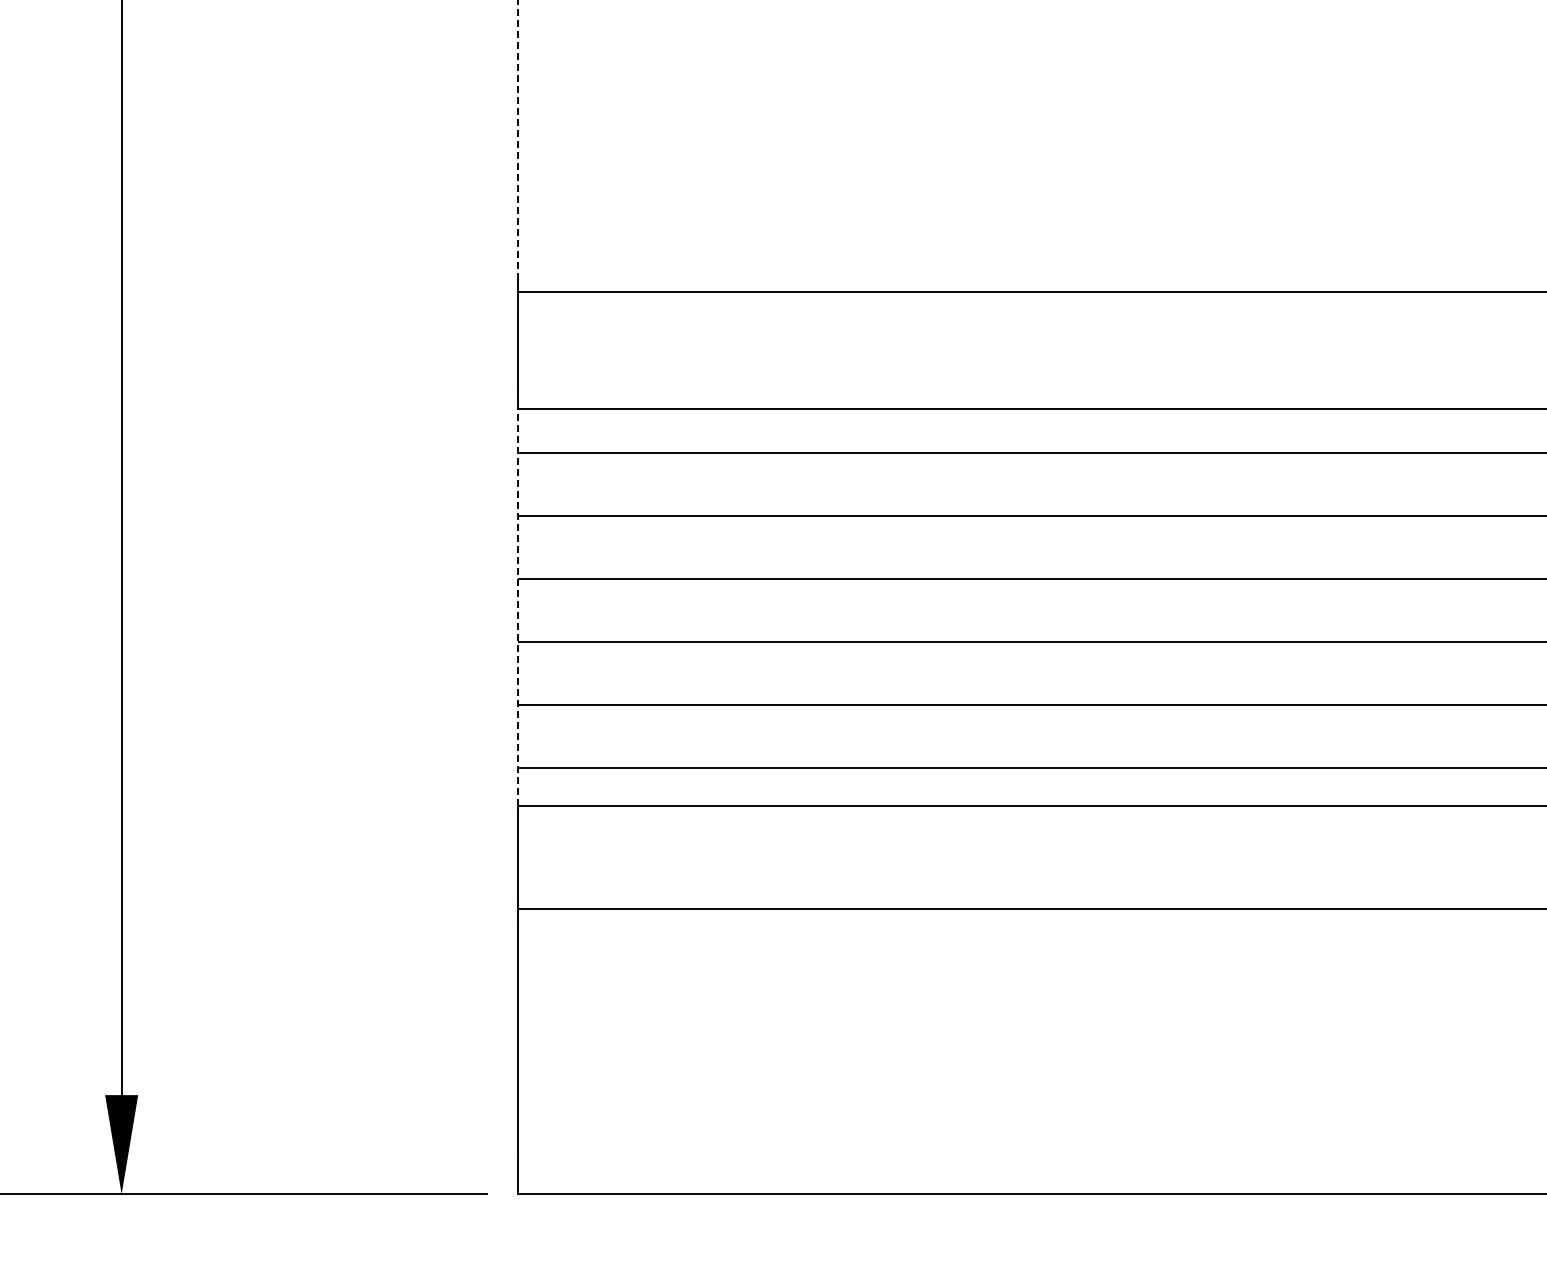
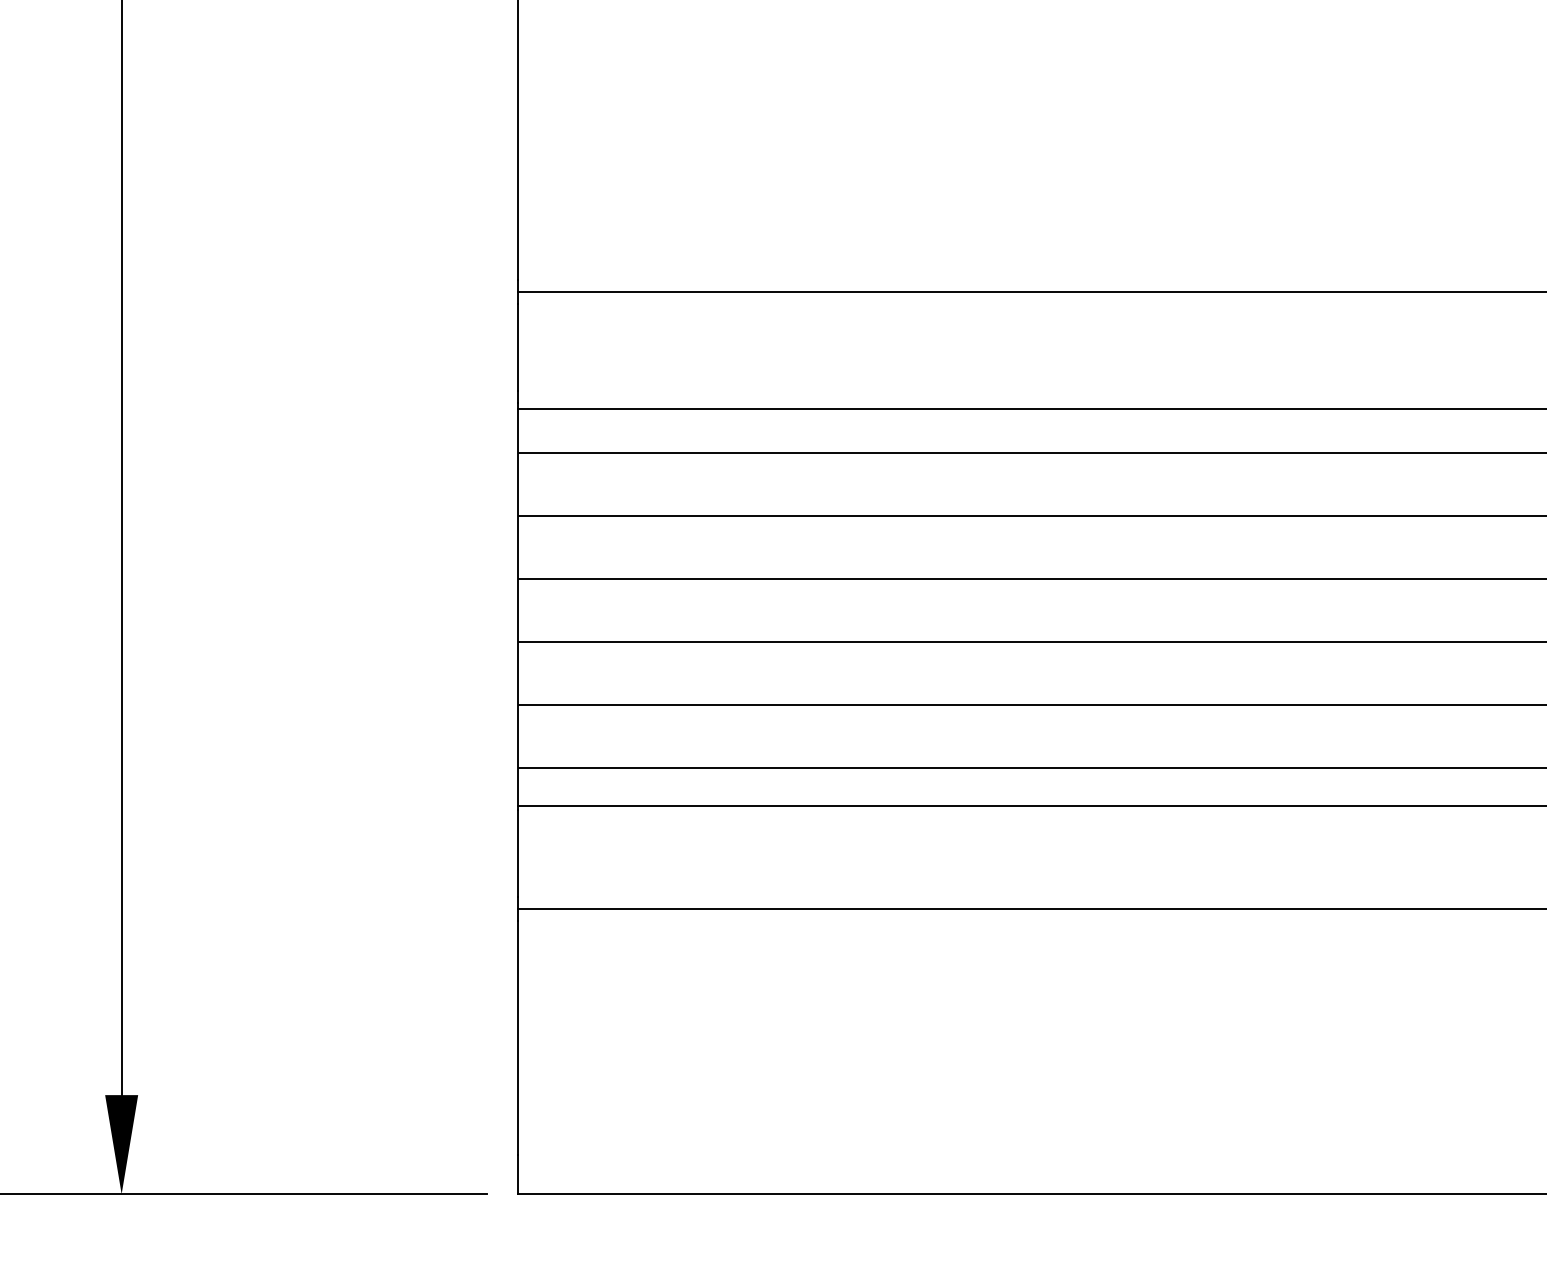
line at (518, 140): dashed -> solid
line at (518, 606): dashed -> solid
